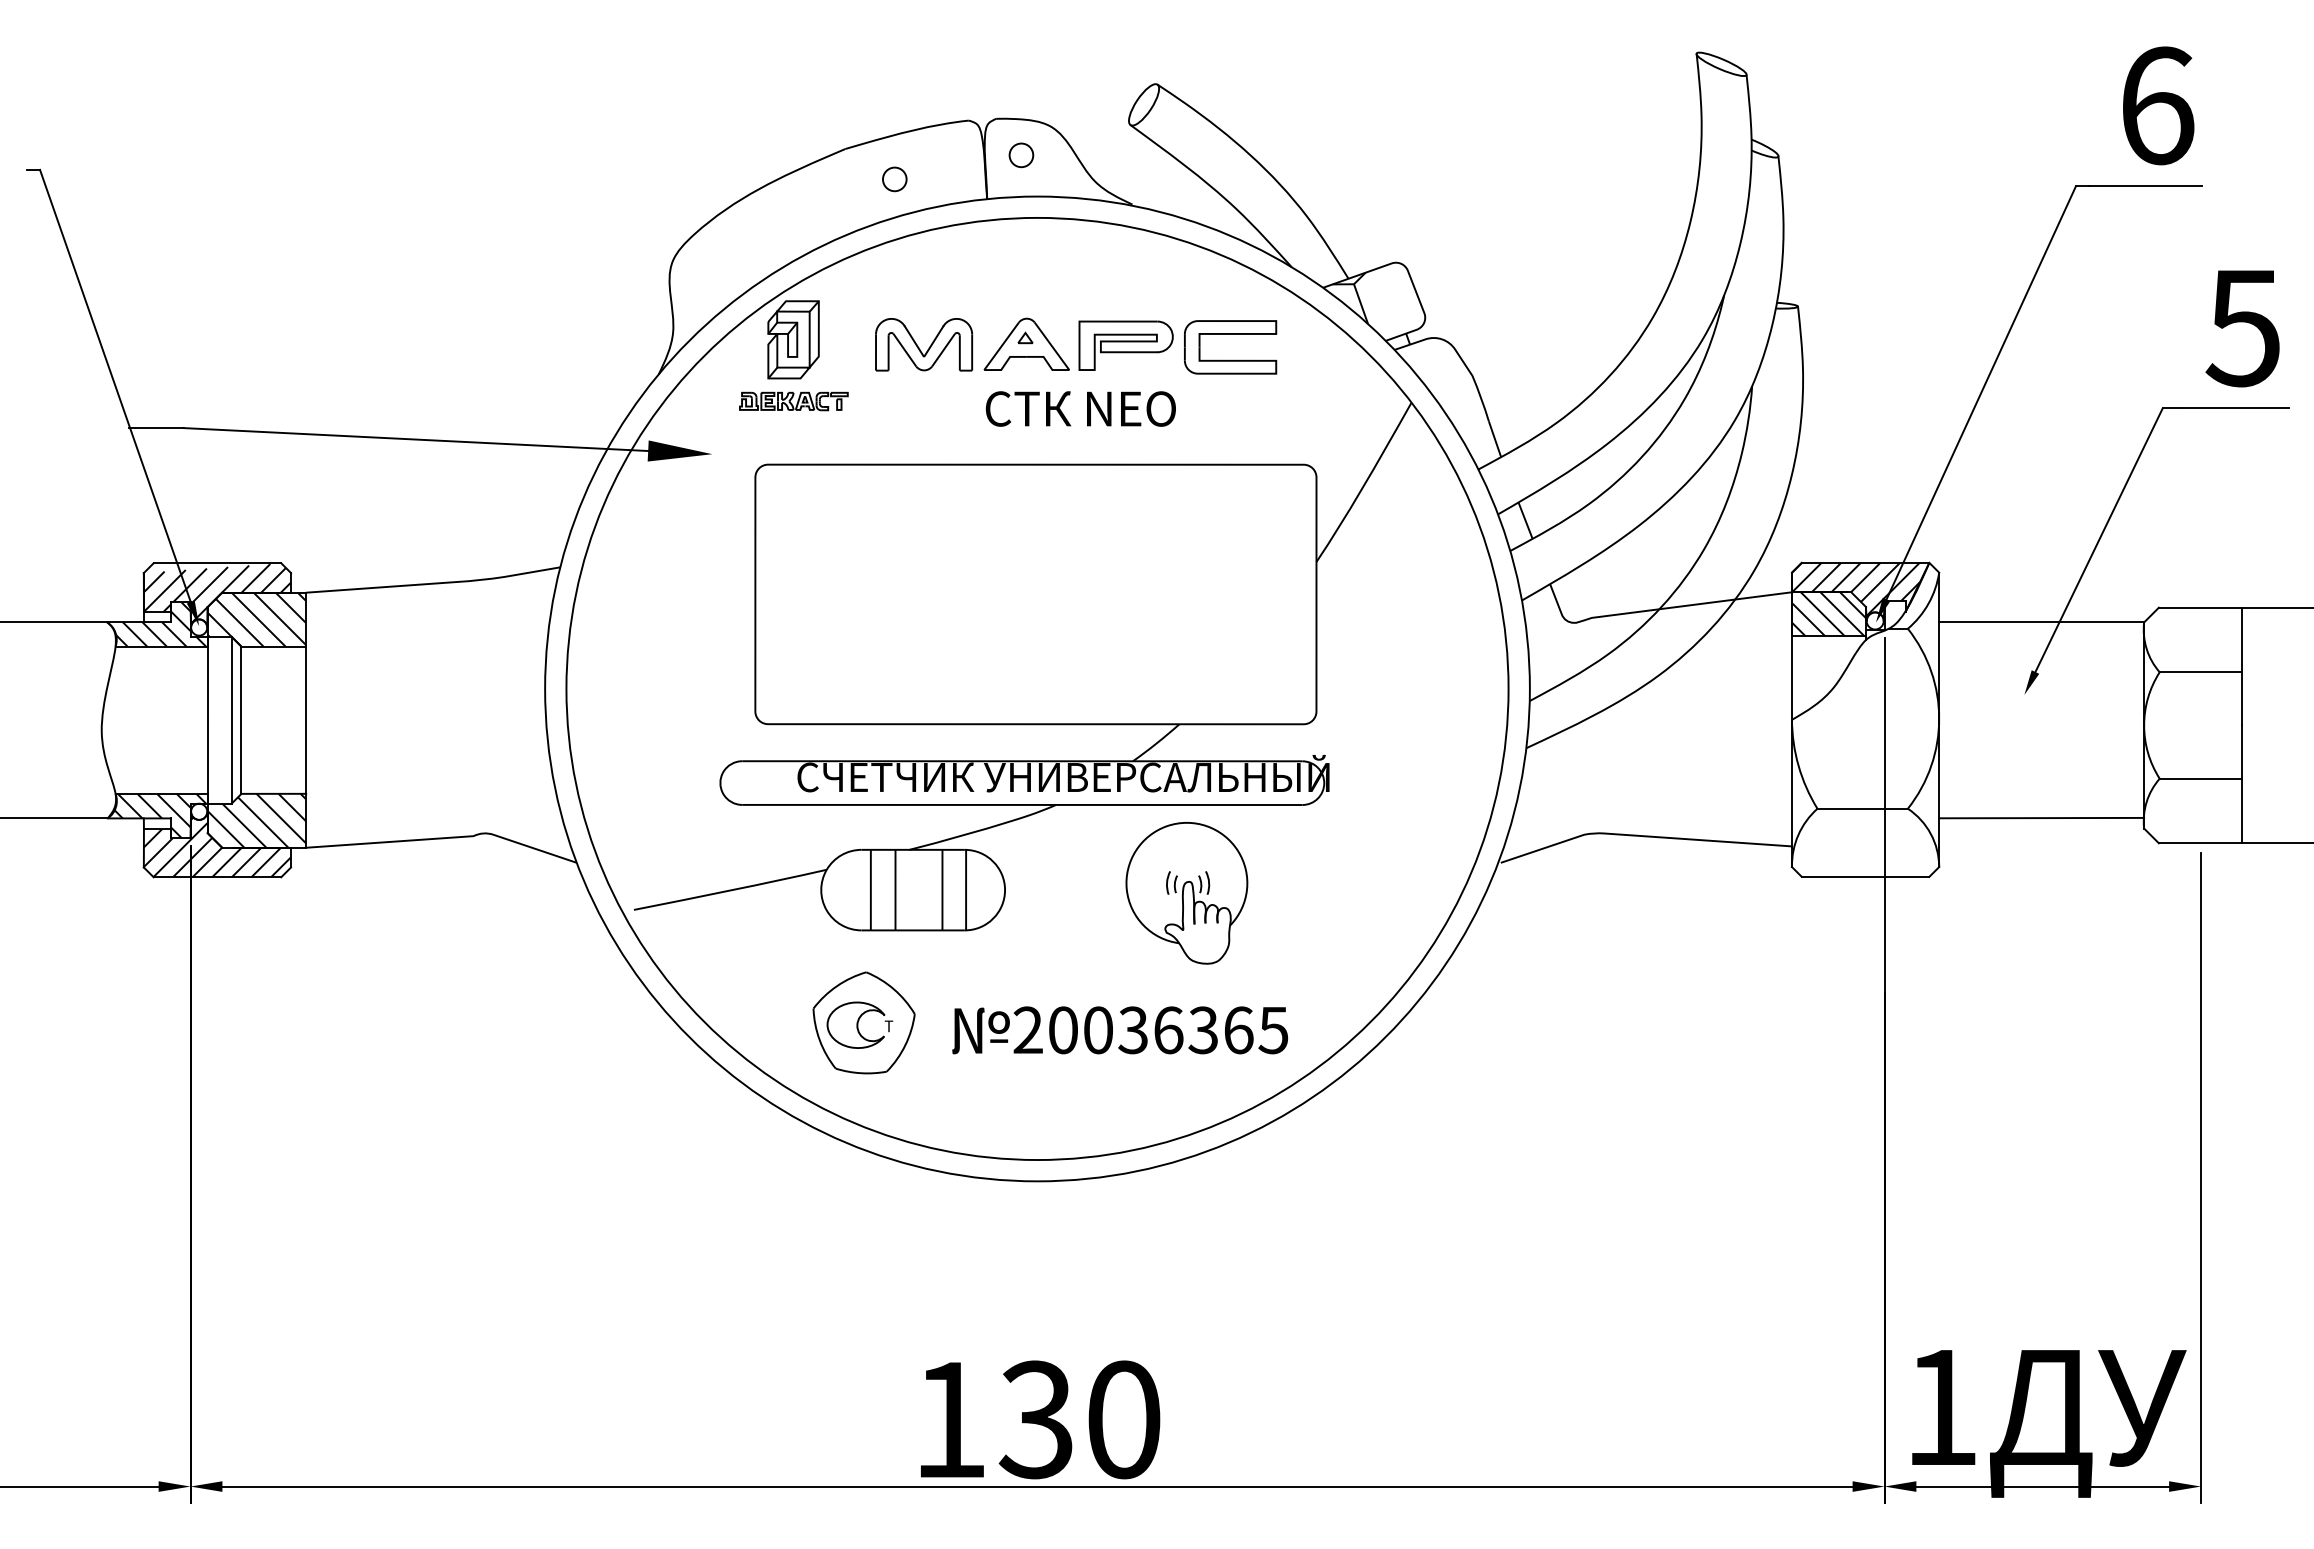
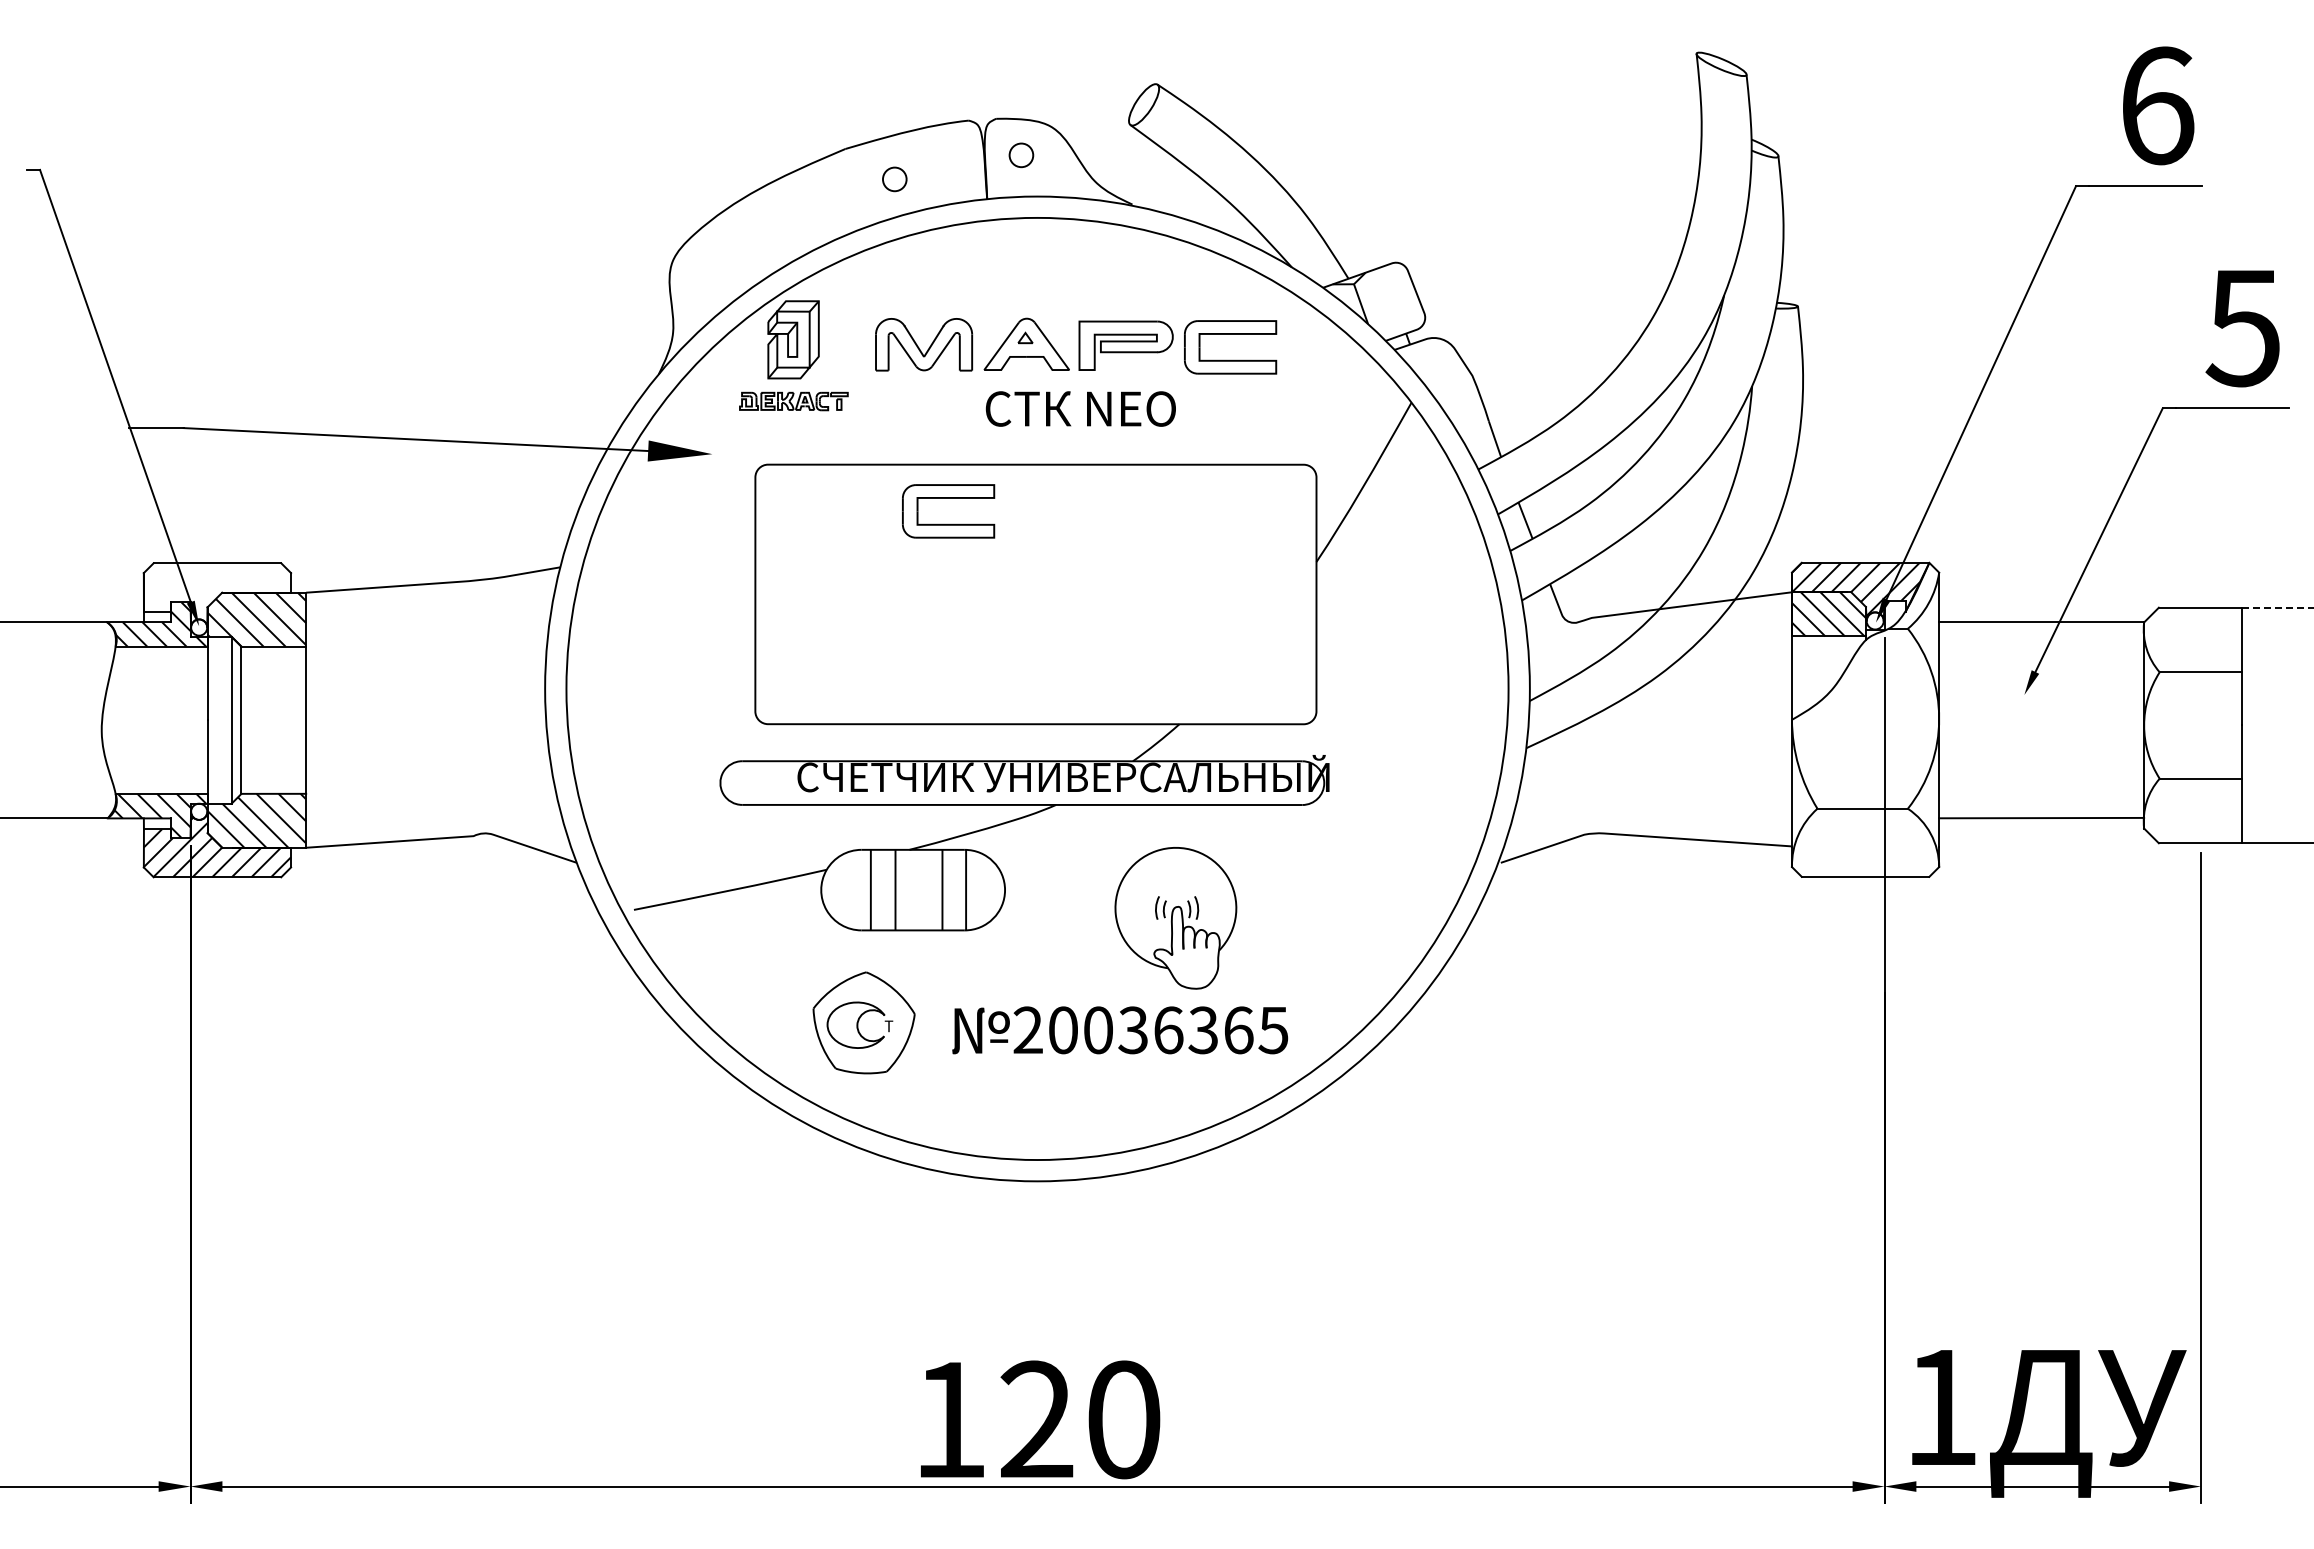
part at (948, 523): none -> present
hatch at (217, 595): present -> none
line at (2278, 607): solid -> dashed
part at (1186, 893) position: (1186, 893) -> (1175, 918)
text at (1035, 1419): 130 -> 120
